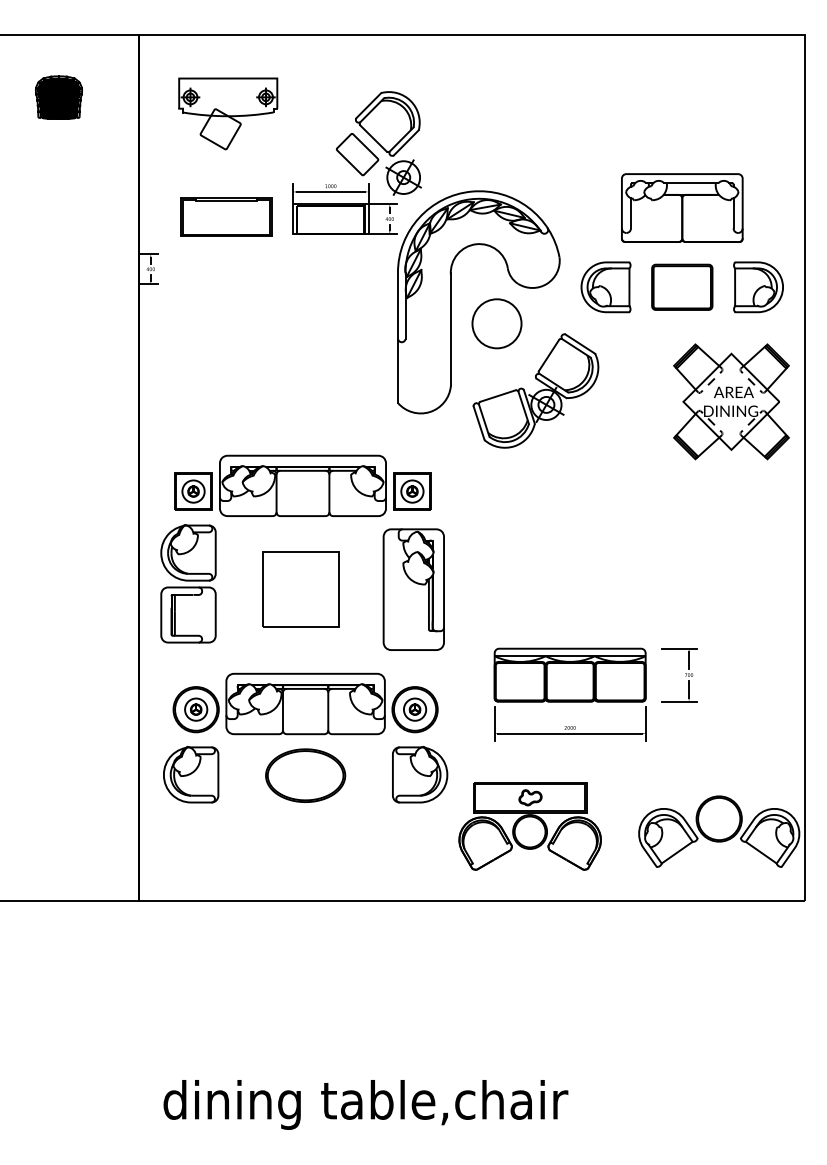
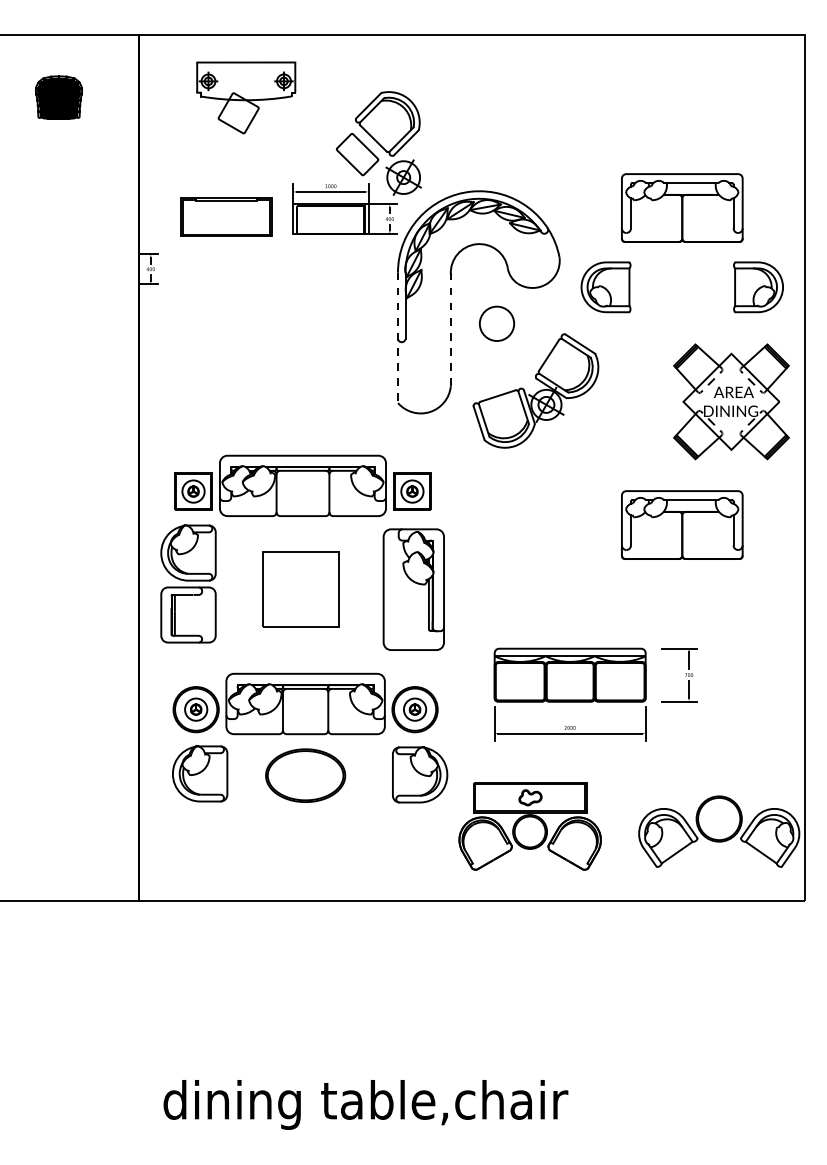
part at (228, 113) position: (228, 113) -> (246, 97)
part at (682, 286): present -> none
circle at (496, 323) diameter: 49 px -> 34 px
line at (450, 329): solid -> dashed
line at (398, 338): solid -> dashed
part at (682, 524): none -> present
part at (191, 774) position: (191, 774) -> (200, 773)
